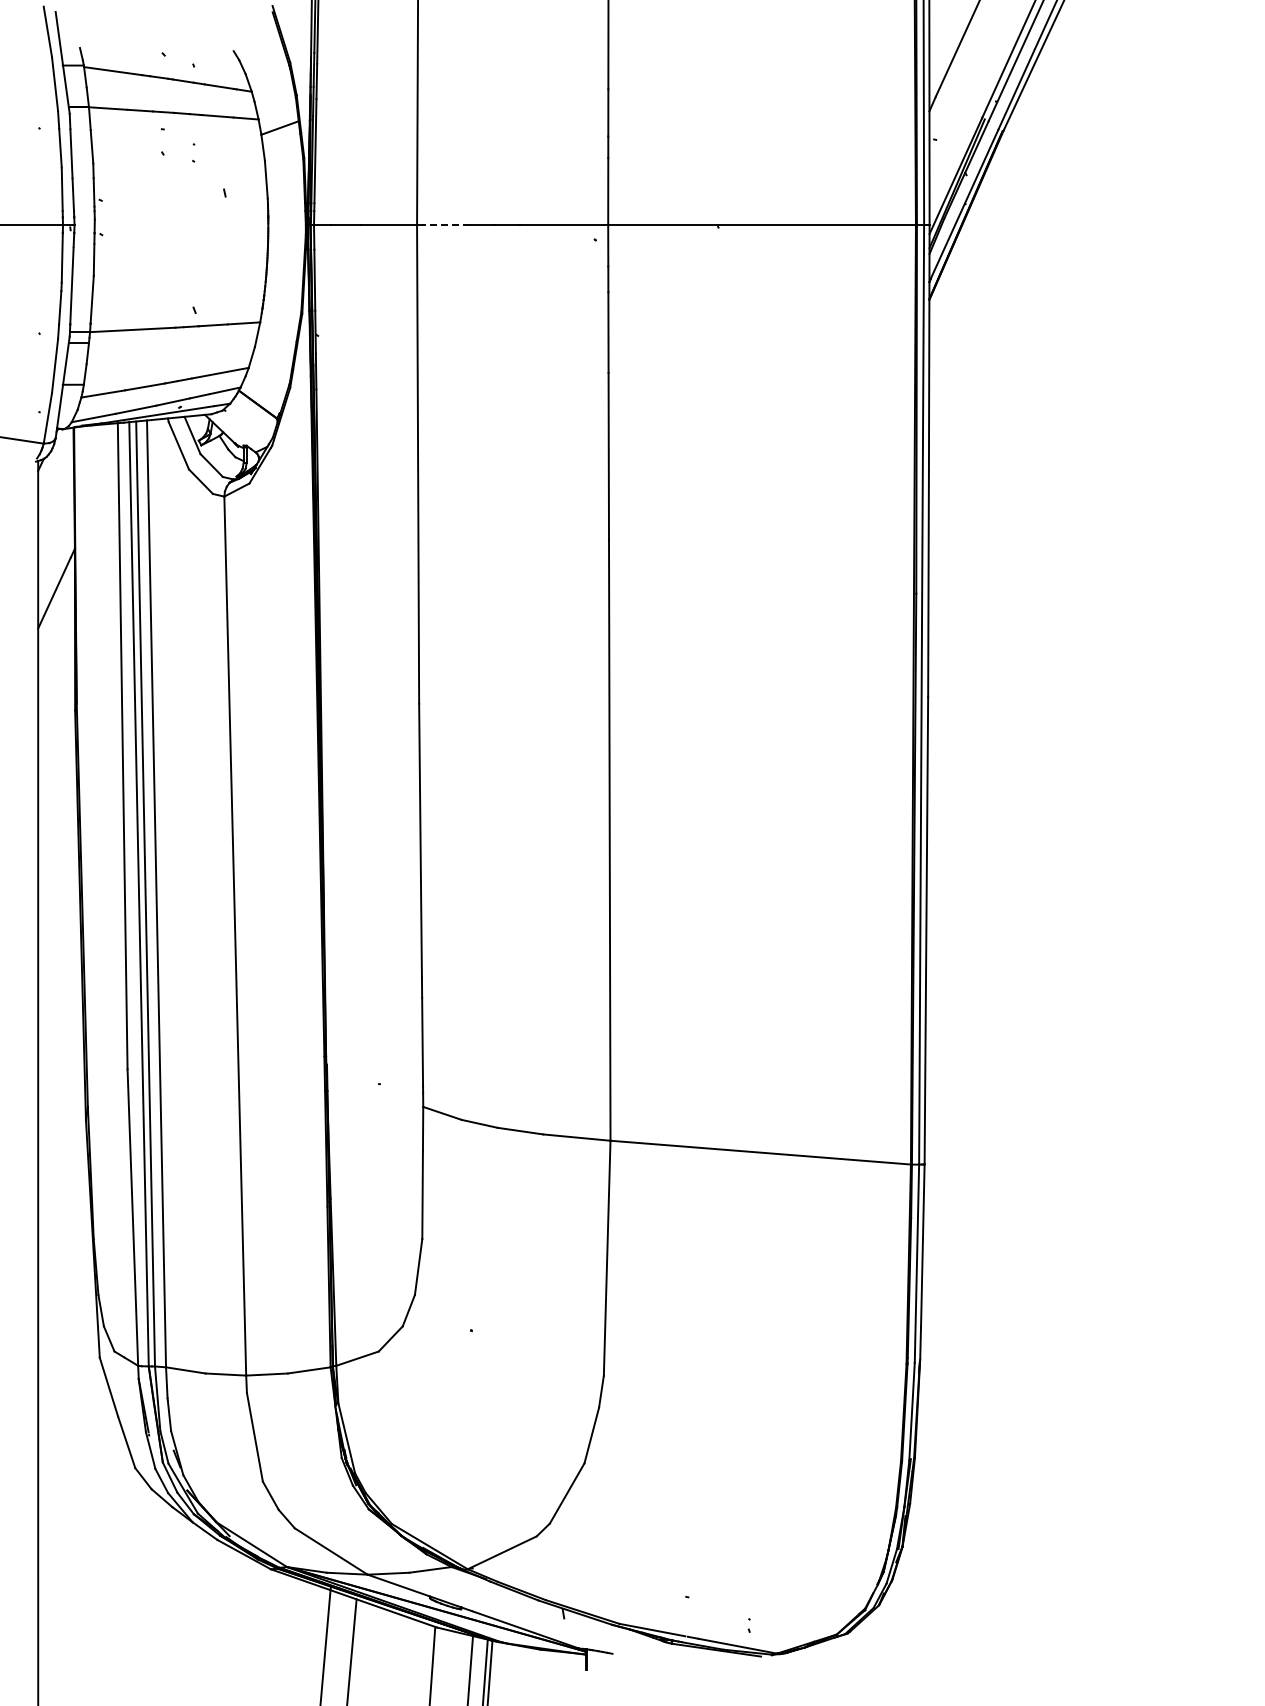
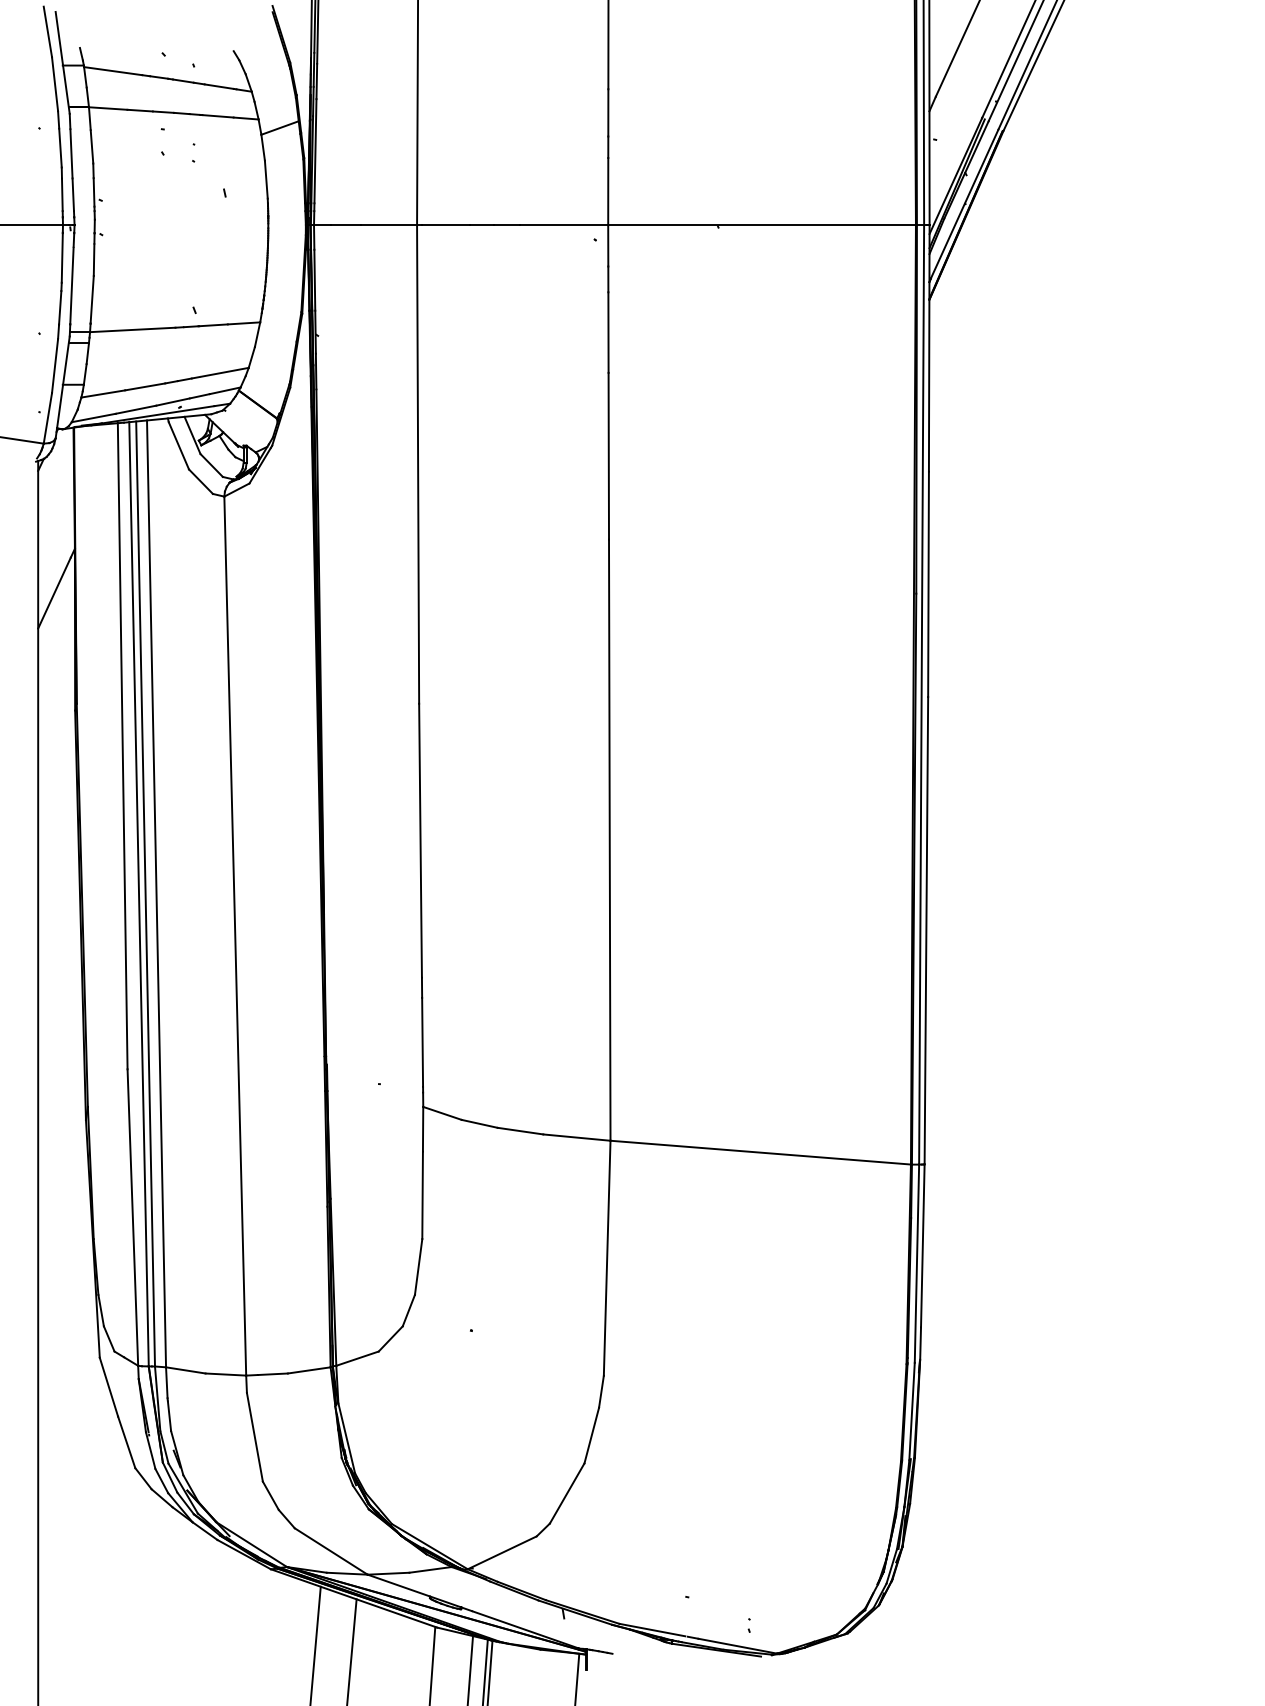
line at (446, 225): dashed -> solid
line at (325, 1644) position: (325, 1644) -> (315, 1644)
line at (577, 1677): none -> present
